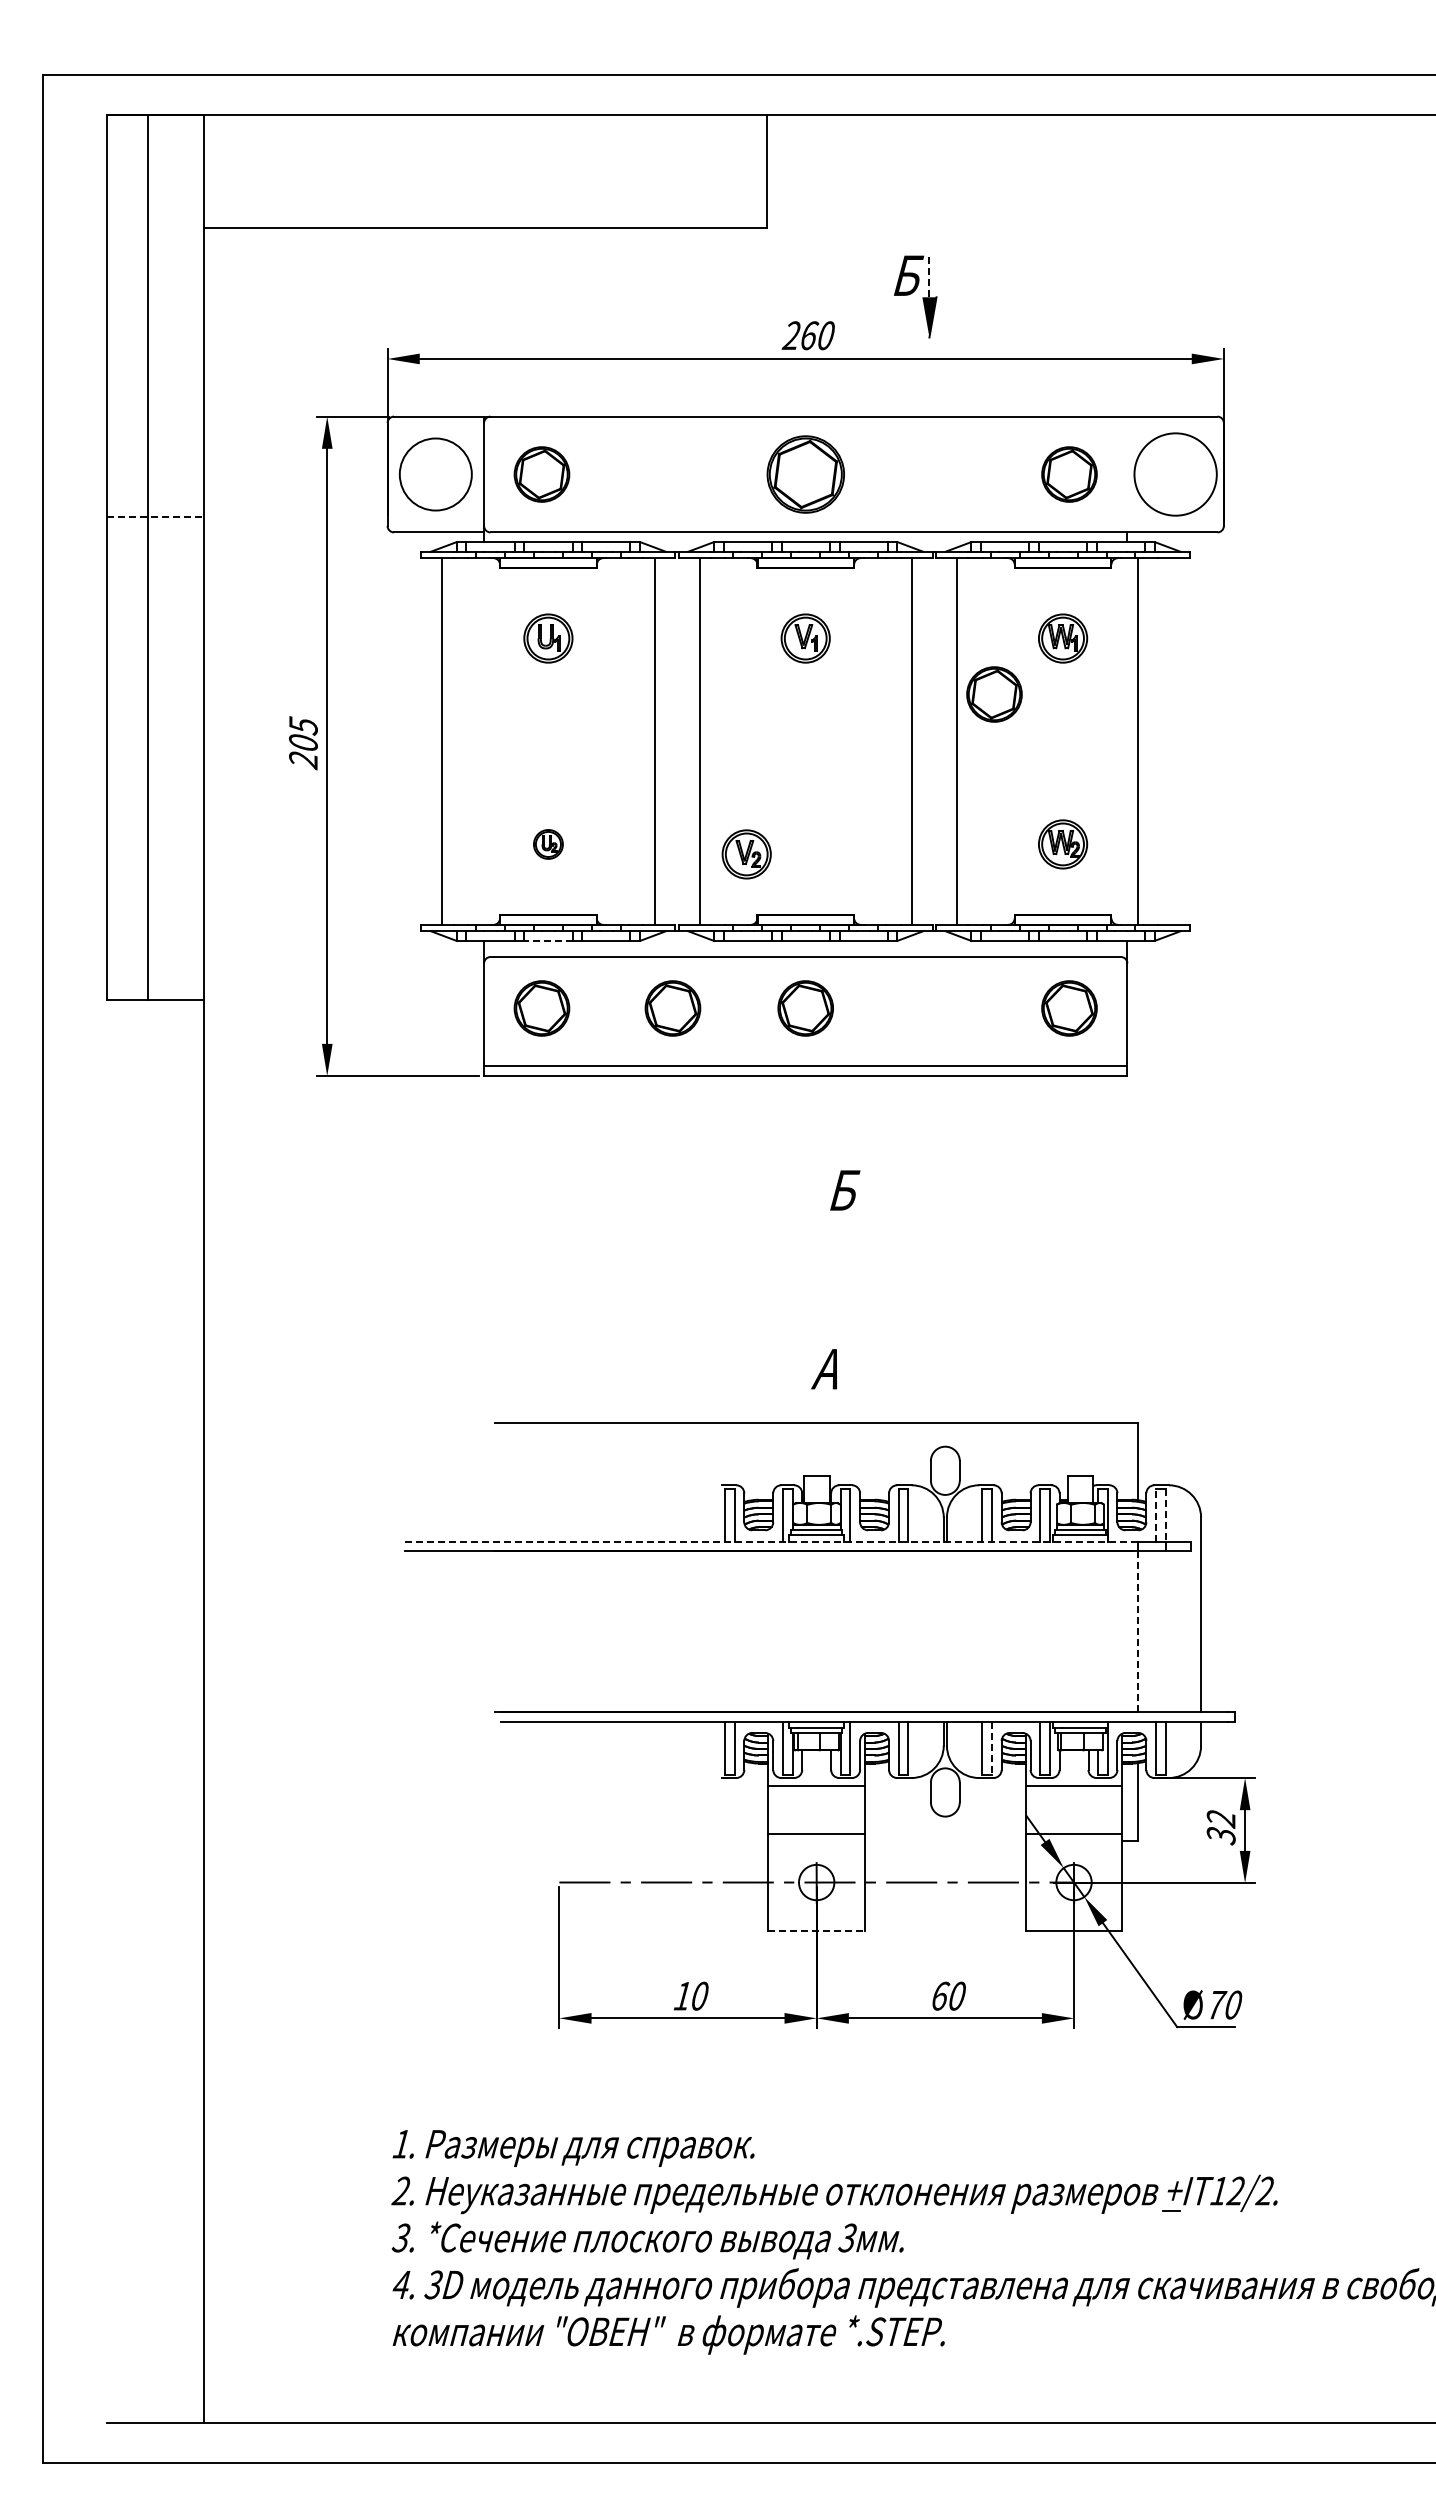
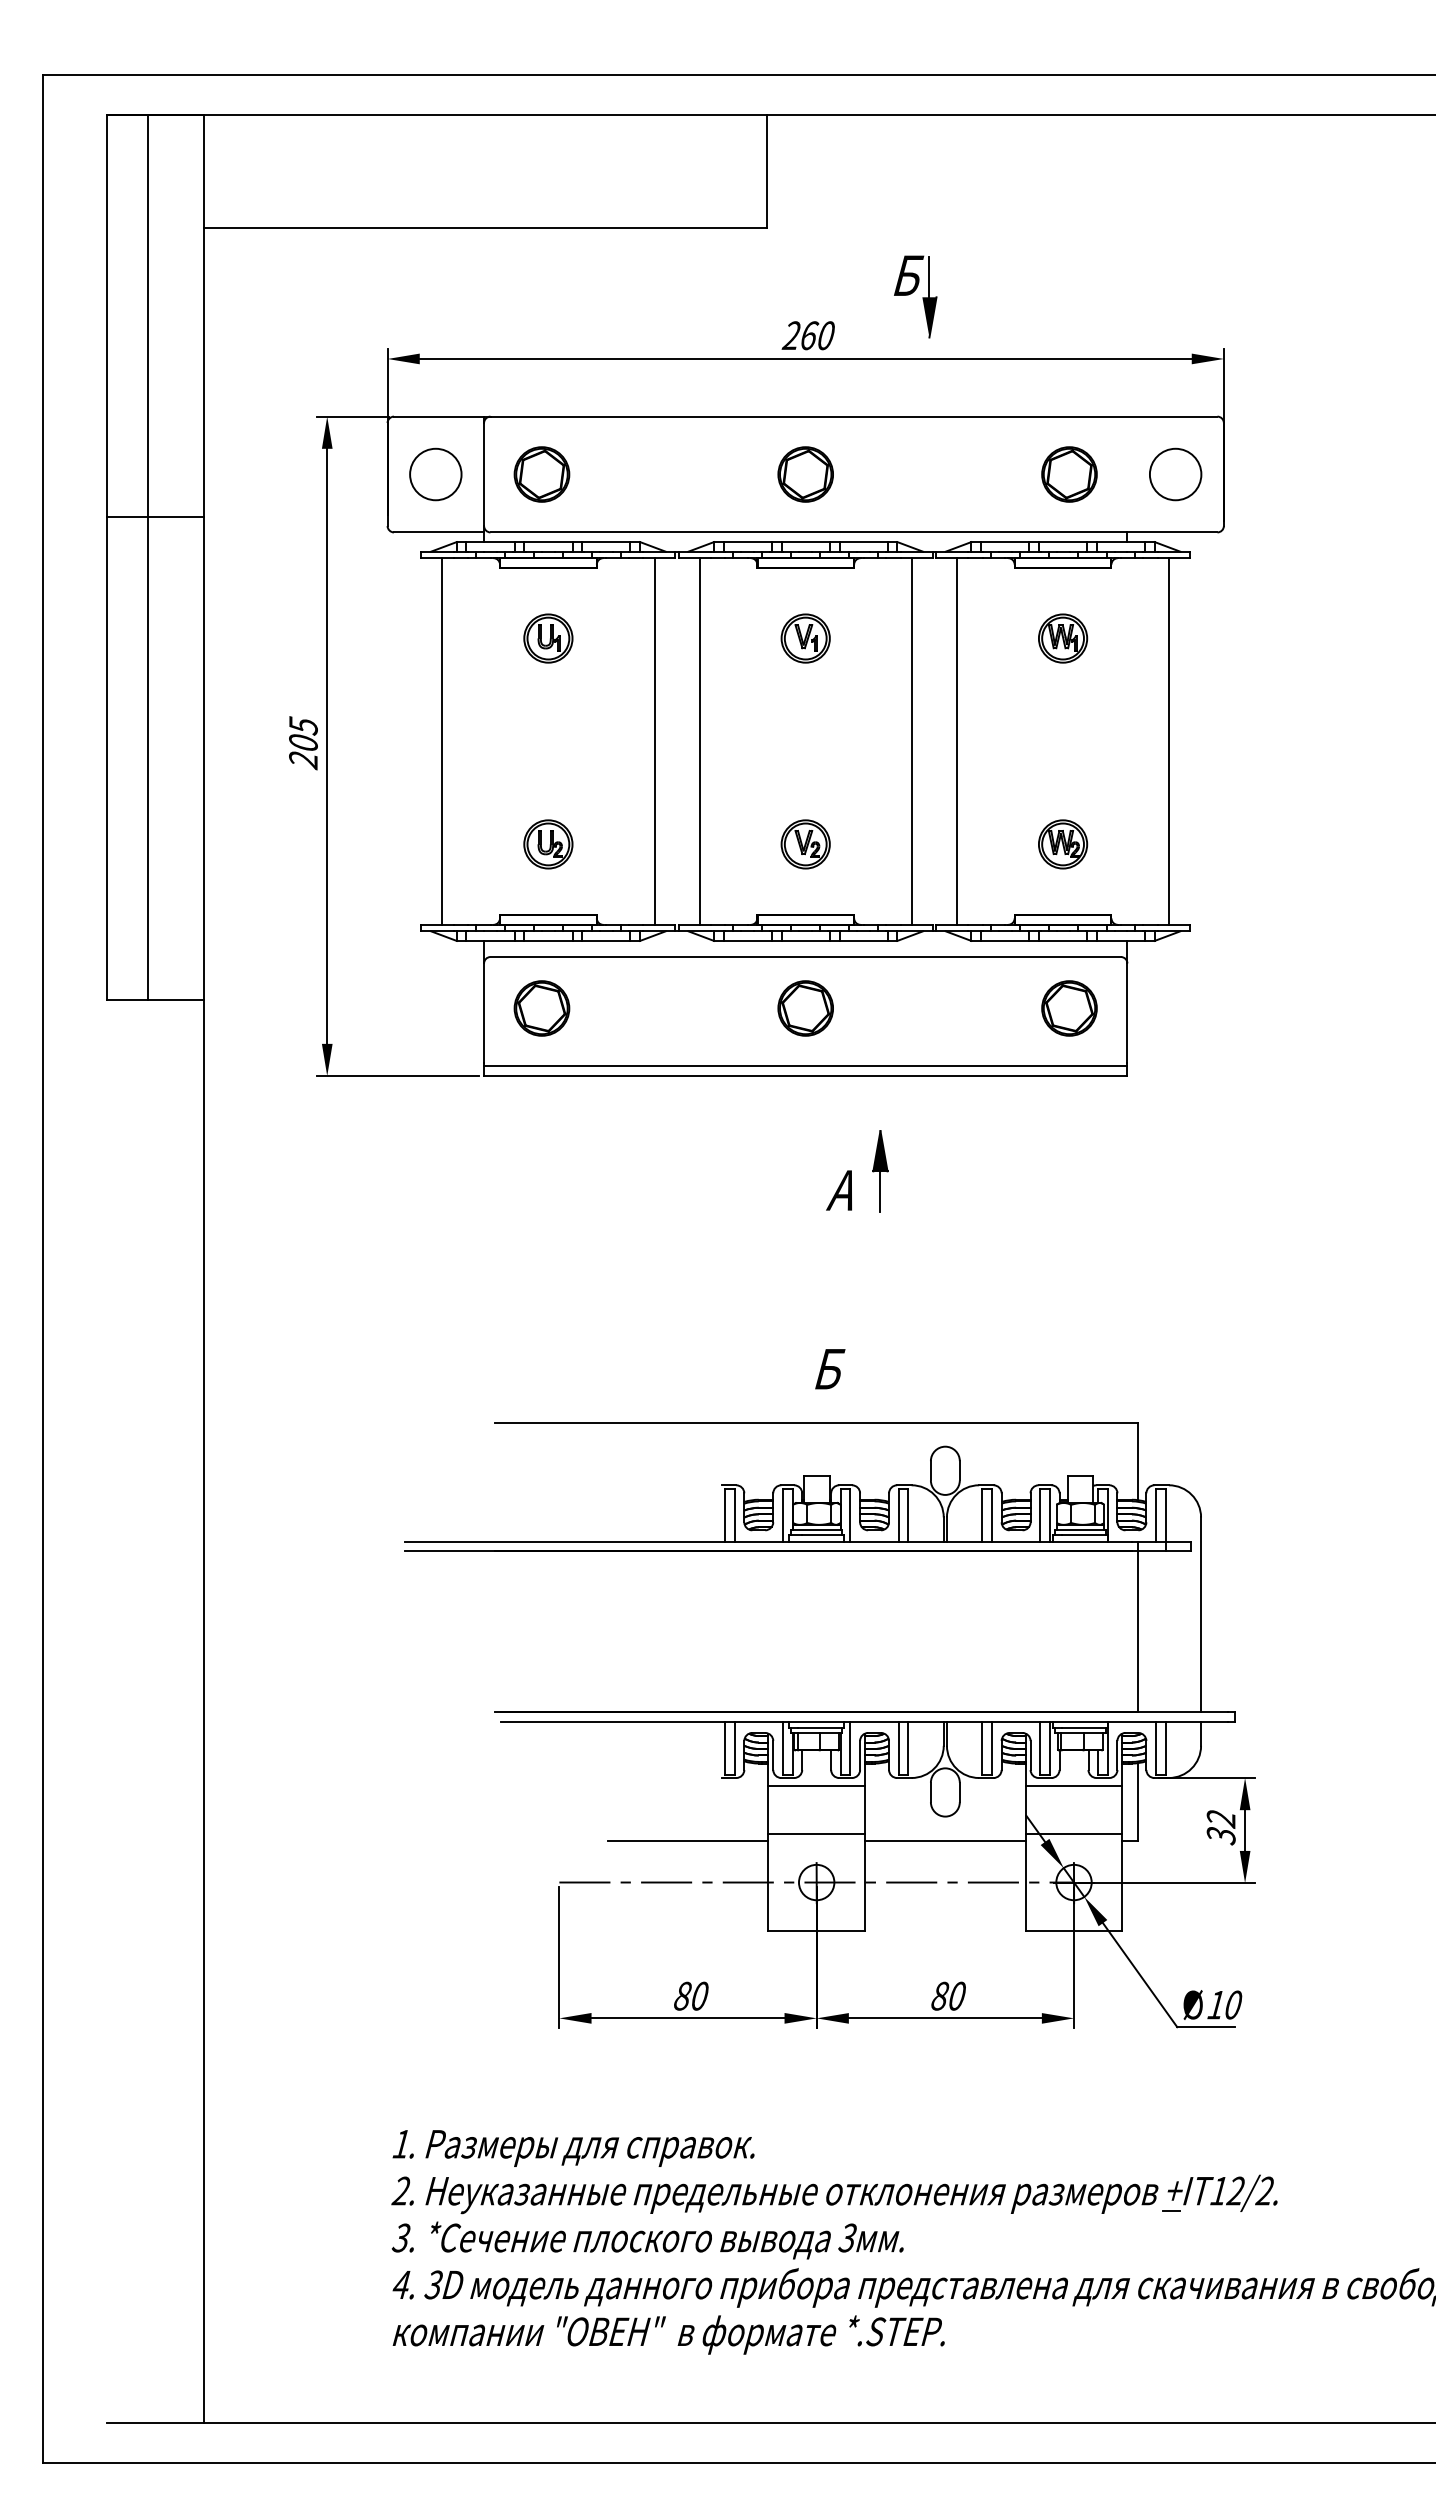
line at (929, 277): dashed -> solid
circle at (435, 474) diameter: 72 px -> 51 px
part at (805, 474) size: 79x79 px -> 57x57 px
circle at (1175, 474) diameter: 82 px -> 51 px
line at (156, 517): dashed -> solid
part at (994, 694): present -> none
line at (1138, 741) position: (1138, 741) -> (1169, 741)
part at (548, 844) size: 31x31 px -> 51x51 px
part at (746, 854) position: (746, 854) -> (805, 844)
line at (547, 940): dashed -> solid
part at (672, 1008): present -> none
part at (880, 1171): none -> present
text at (843, 1190): Б -> A
text at (828, 1369): A -> Б
line at (1156, 1515): dashed -> solid
line at (1165, 1515): dashed -> solid
line at (768, 1541): dashed -> solid
line at (1138, 1631): dashed -> solid
line at (992, 1748): dashed -> solid
line at (687, 1840): none -> present
line at (944, 1840): none -> present
line at (817, 1930): dashed -> solid
text at (682, 1995): 10 -> 80
text at (940, 1995): 60 -> 80
text at (1217, 2005): 70 -> 10
